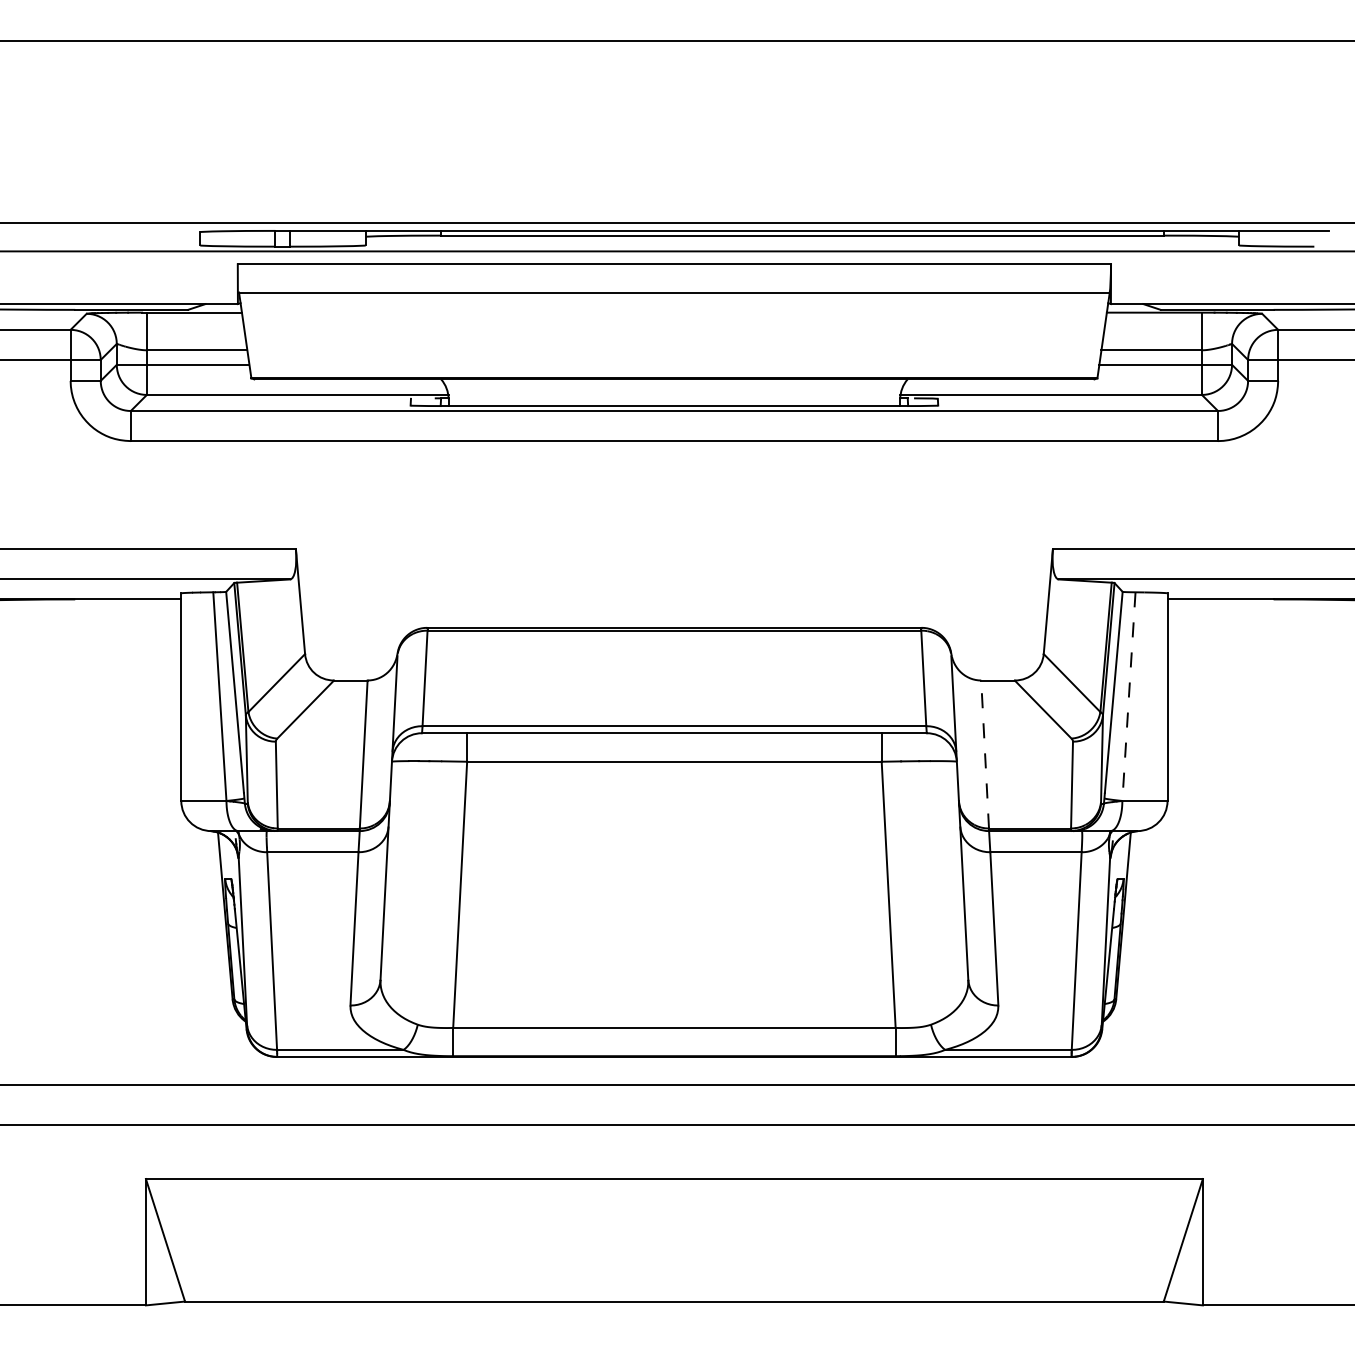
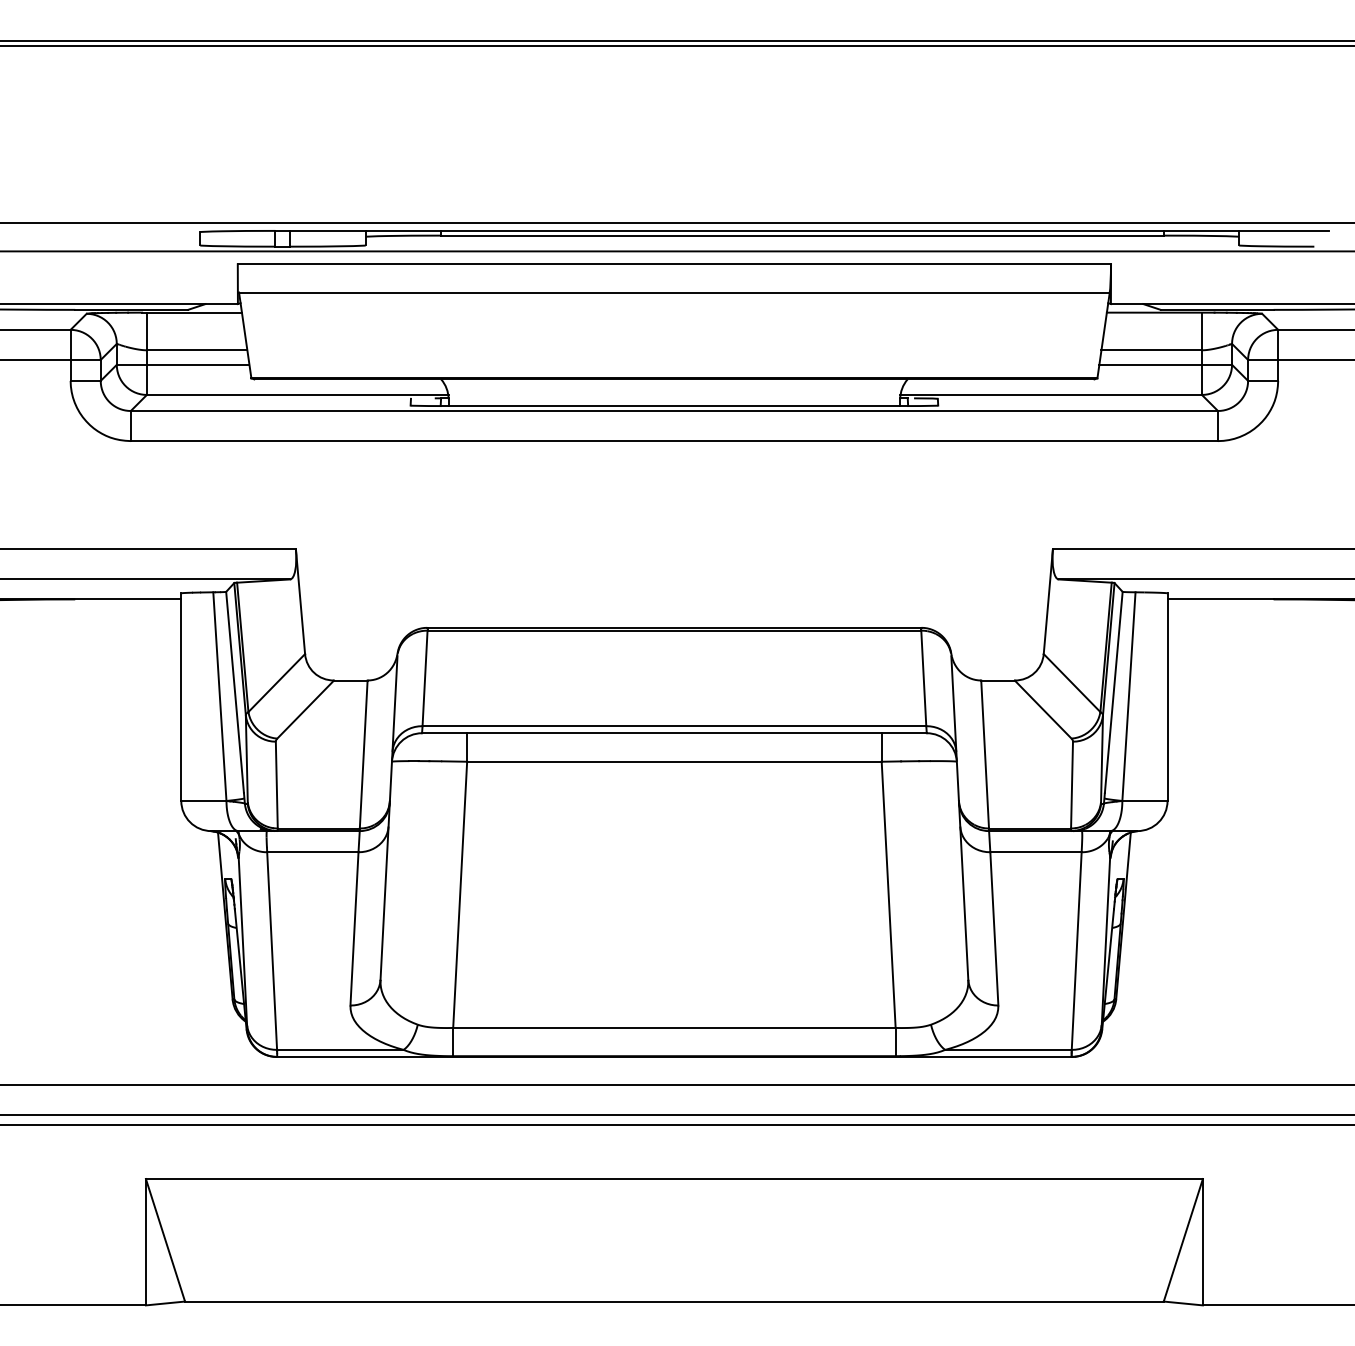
line at (676, 45): none -> present
line at (1128, 696): dashed -> solid
line at (985, 754): dashed -> solid
line at (676, 1115): none -> present
